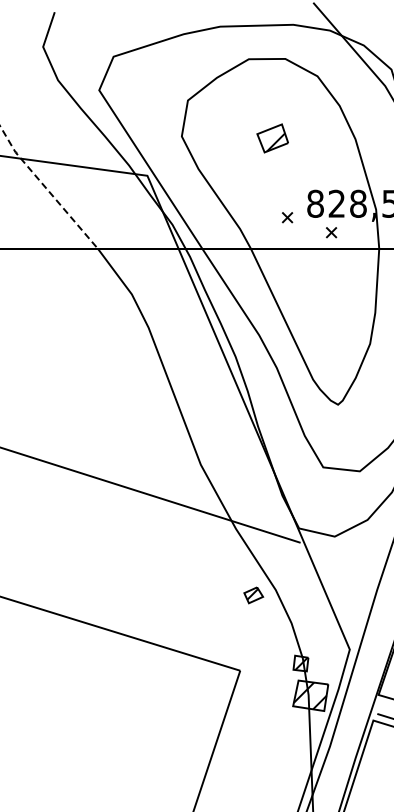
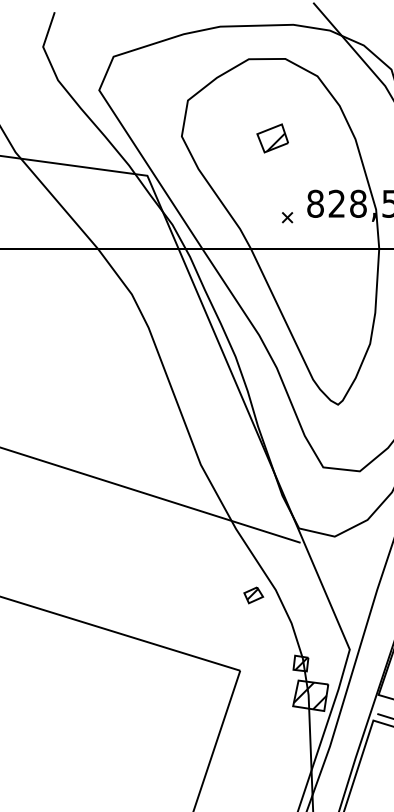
line at (46, 188): dashed -> solid
part at (331, 232): present -> none
